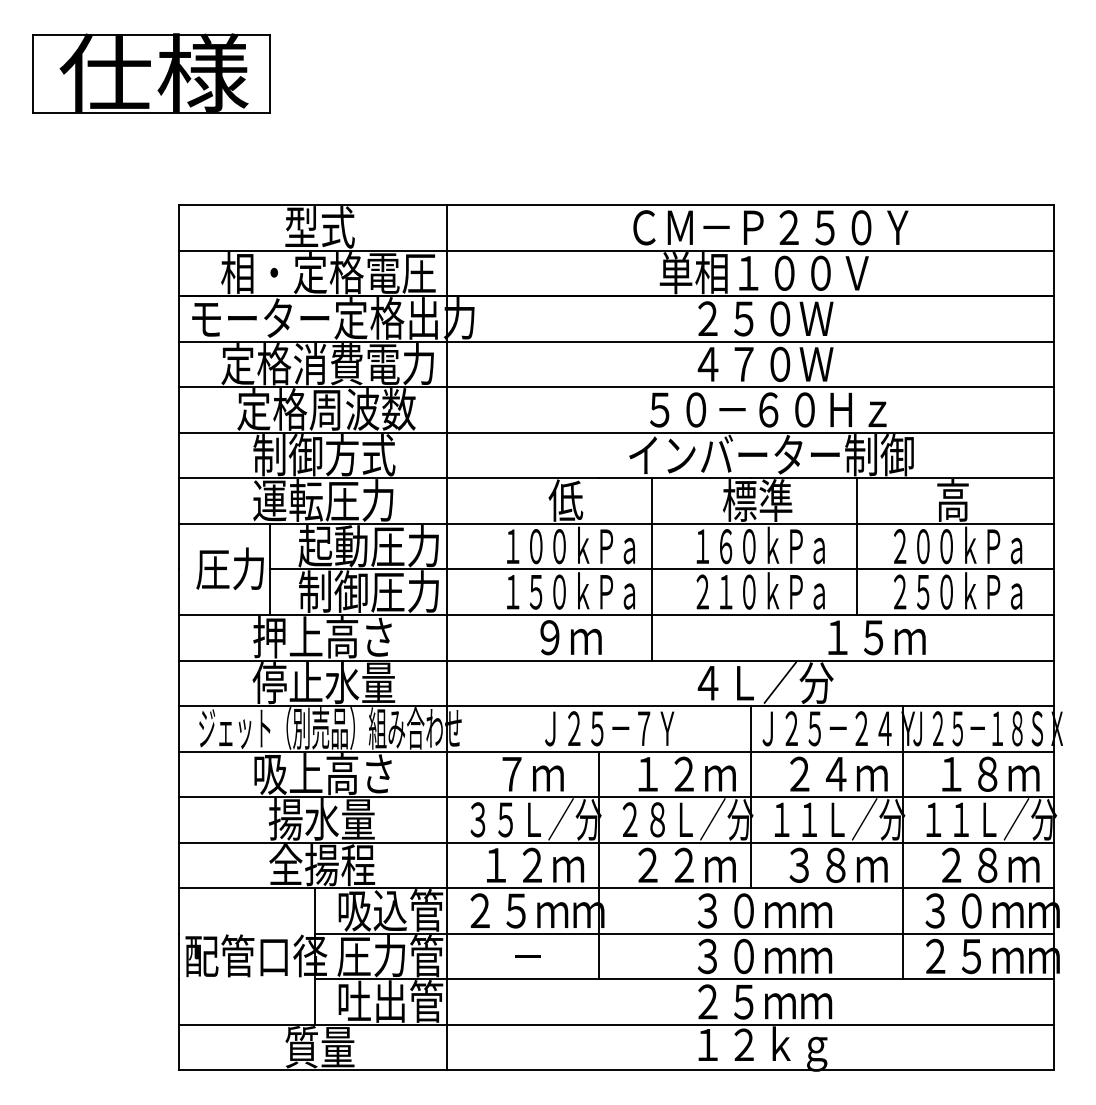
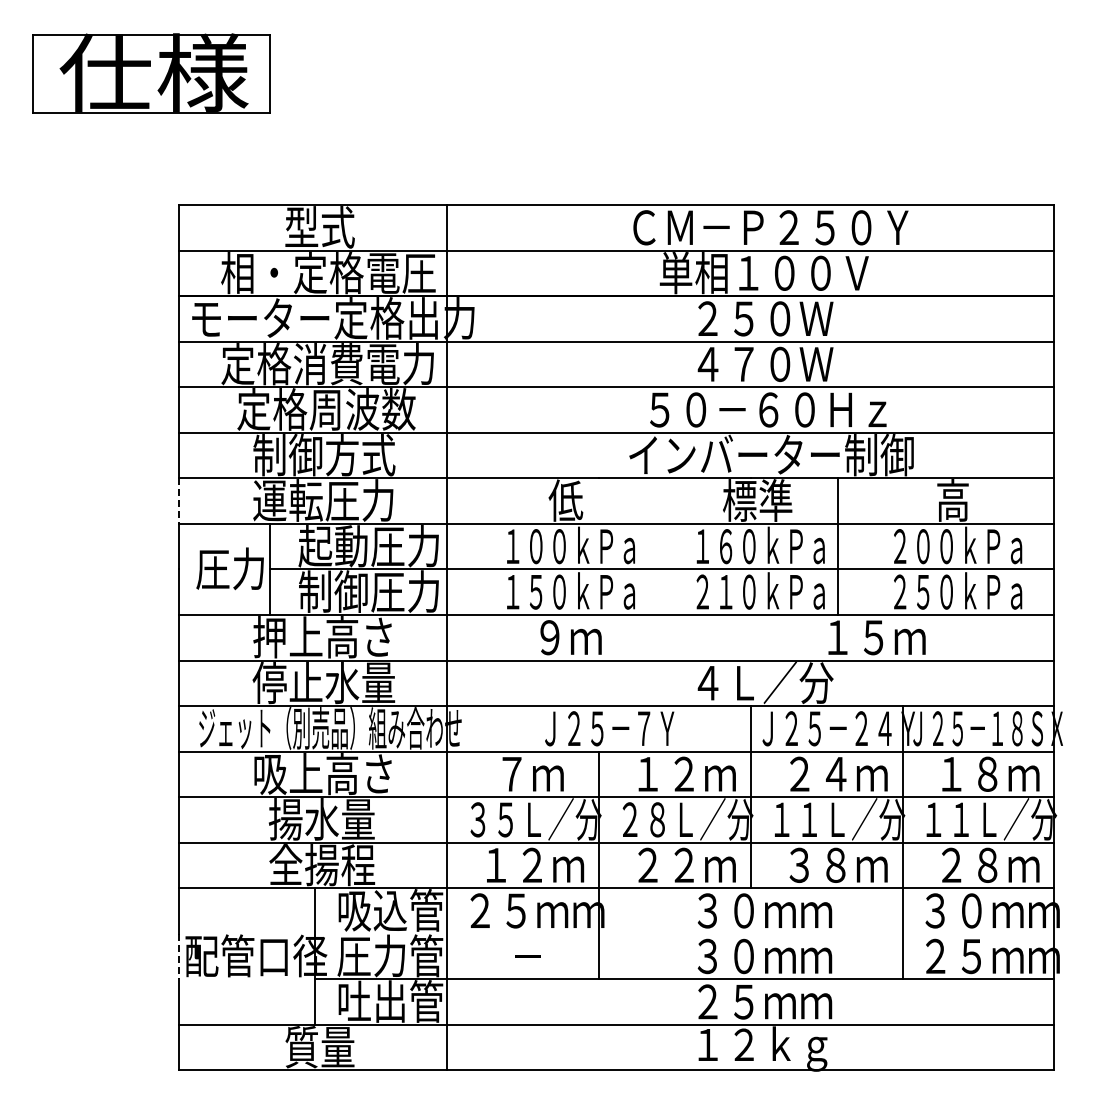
line at (178, 501): solid -> dashed
line at (857, 546) position: (857, 546) -> (838, 546)
line at (652, 569): present -> none
line at (684, 933): present -> none
line at (178, 956): solid -> dashed
